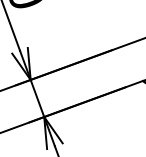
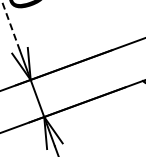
line at (10, 25): solid -> dashed
